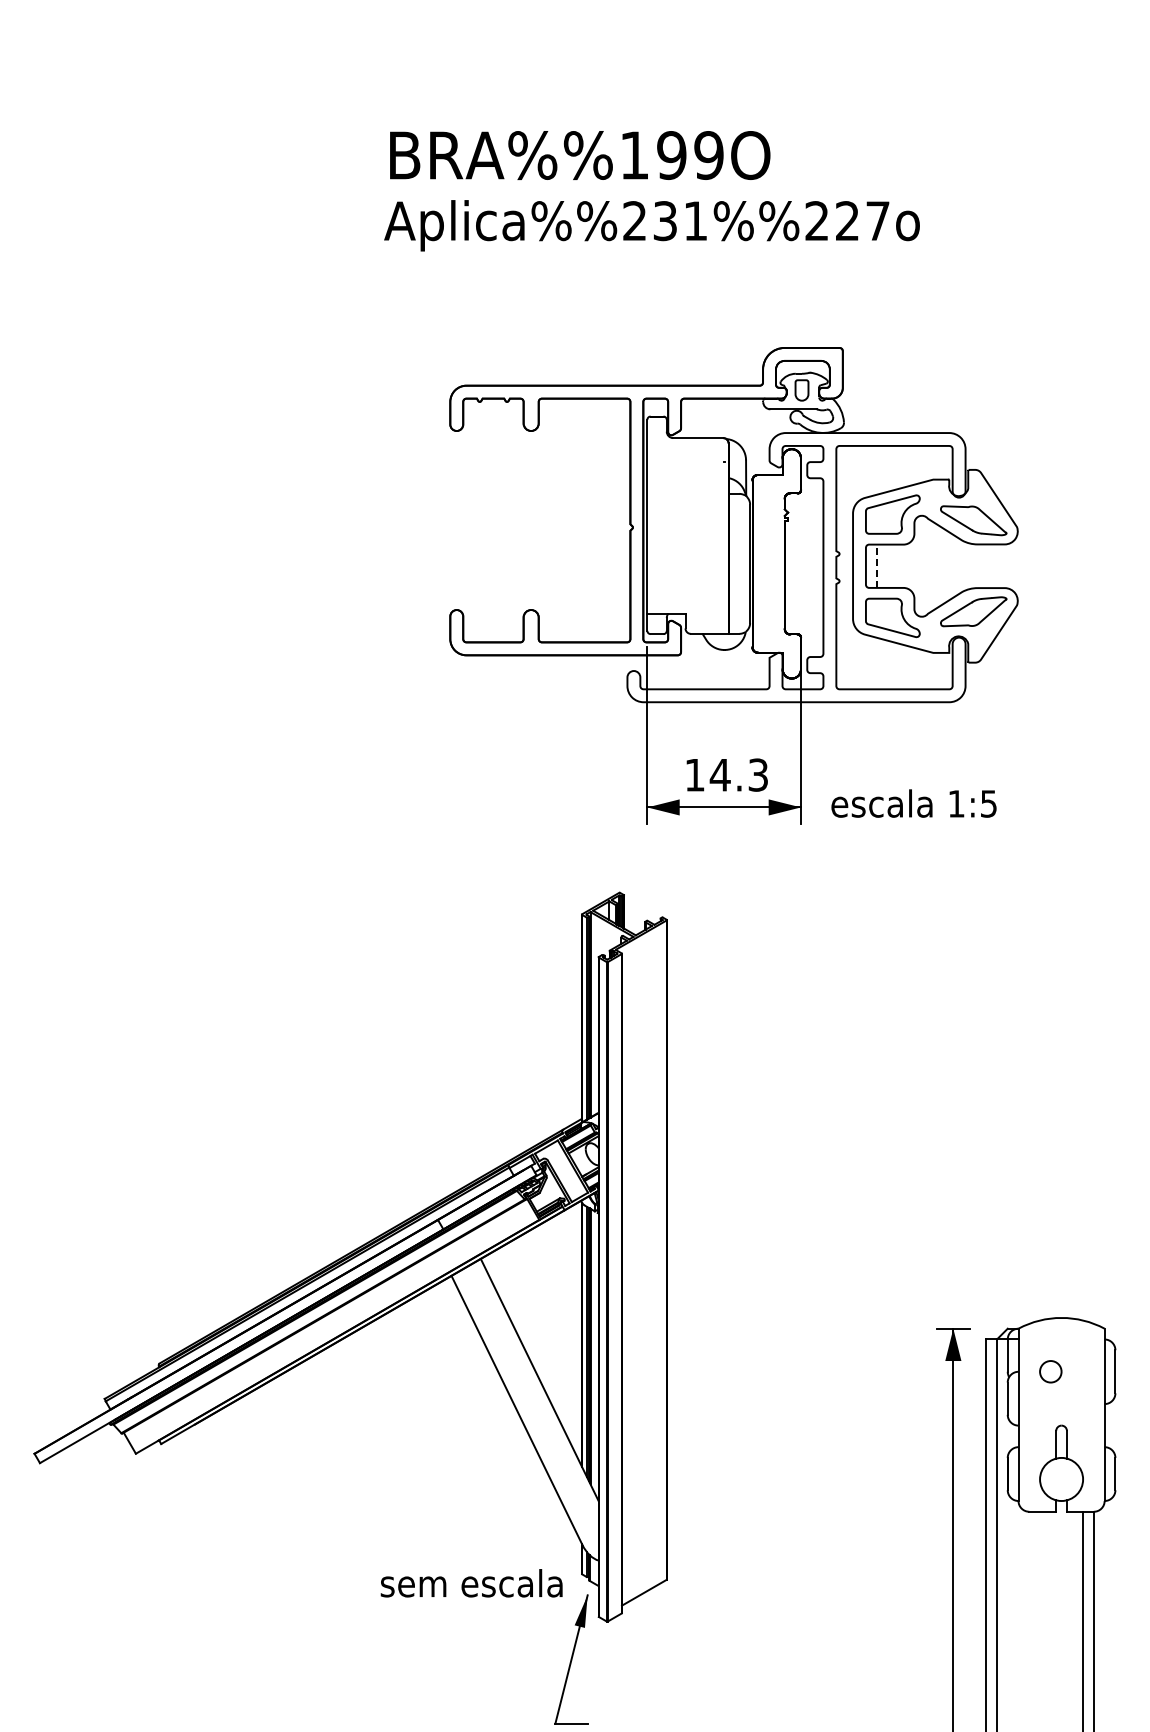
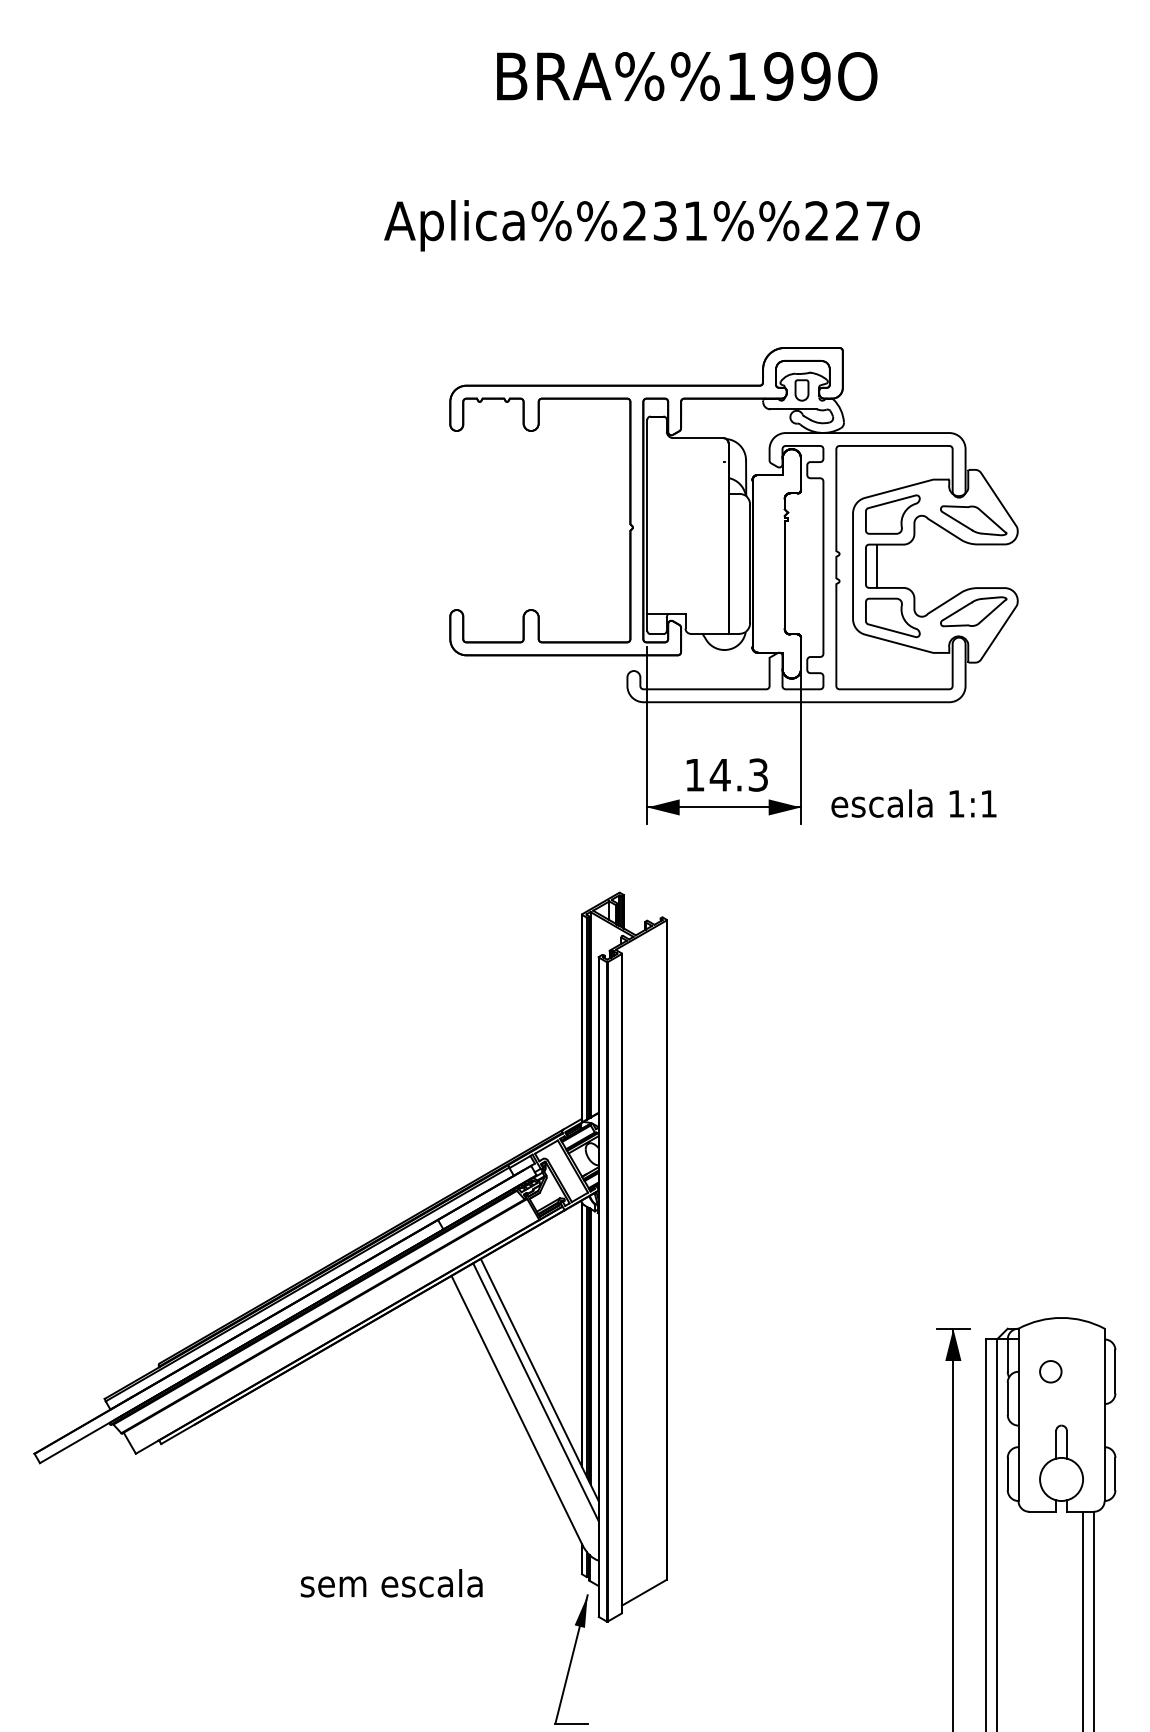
text at (580, 155) position: (580, 155) -> (687, 76)
line at (876, 566): dashed -> solid
text at (988, 803): 1:5 -> 1:1
line at (535, 1392): none -> present
text at (471, 1583) position: (471, 1583) -> (391, 1583)
